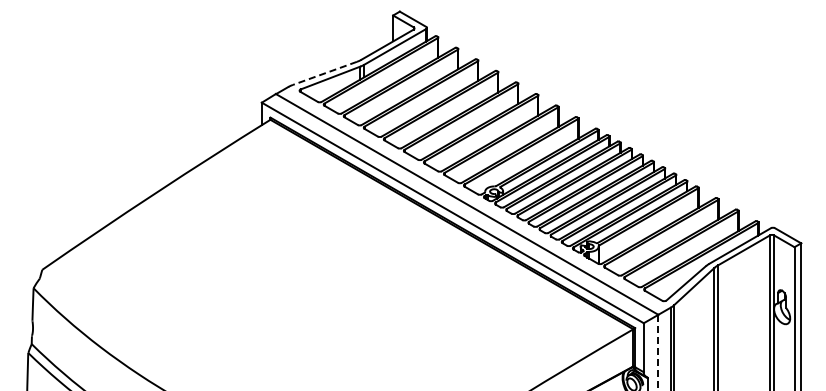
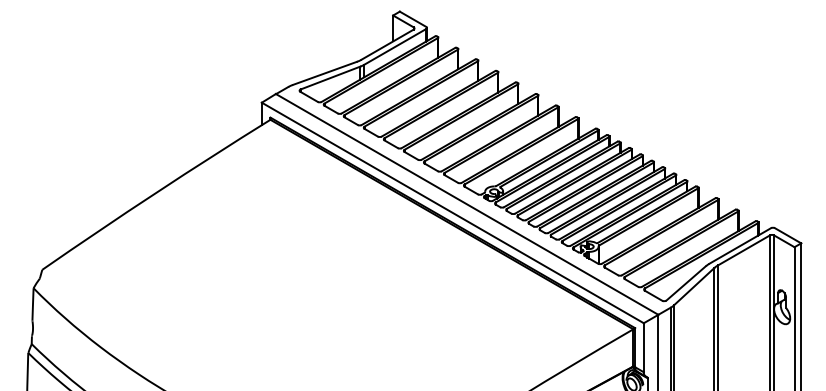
line at (324, 73): dashed -> solid
line at (658, 352): dashed -> solid
